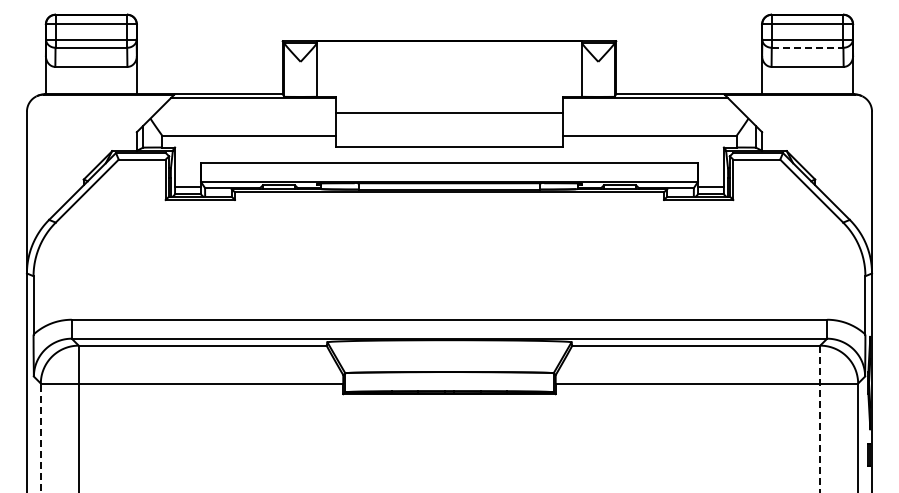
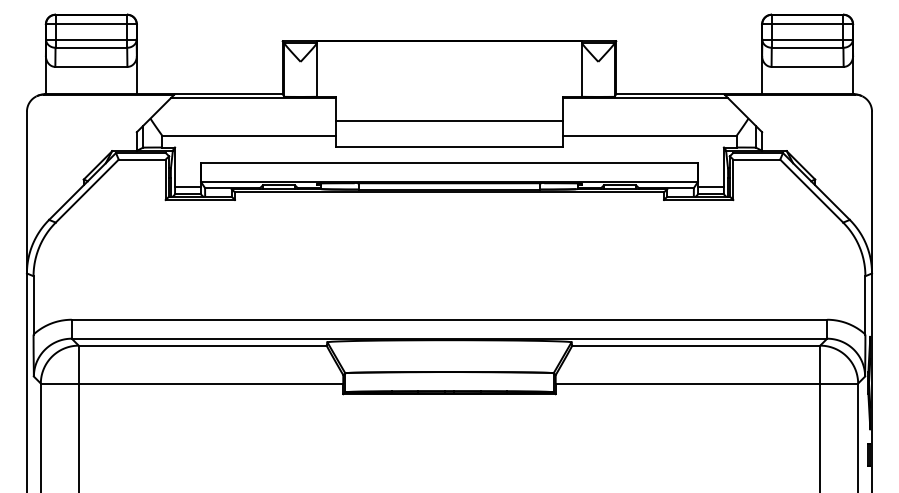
line at (807, 47): dashed -> solid
line at (449, 112) position: (449, 112) -> (449, 120)
line at (820, 418): dashed -> solid
line at (40, 437): dashed -> solid
